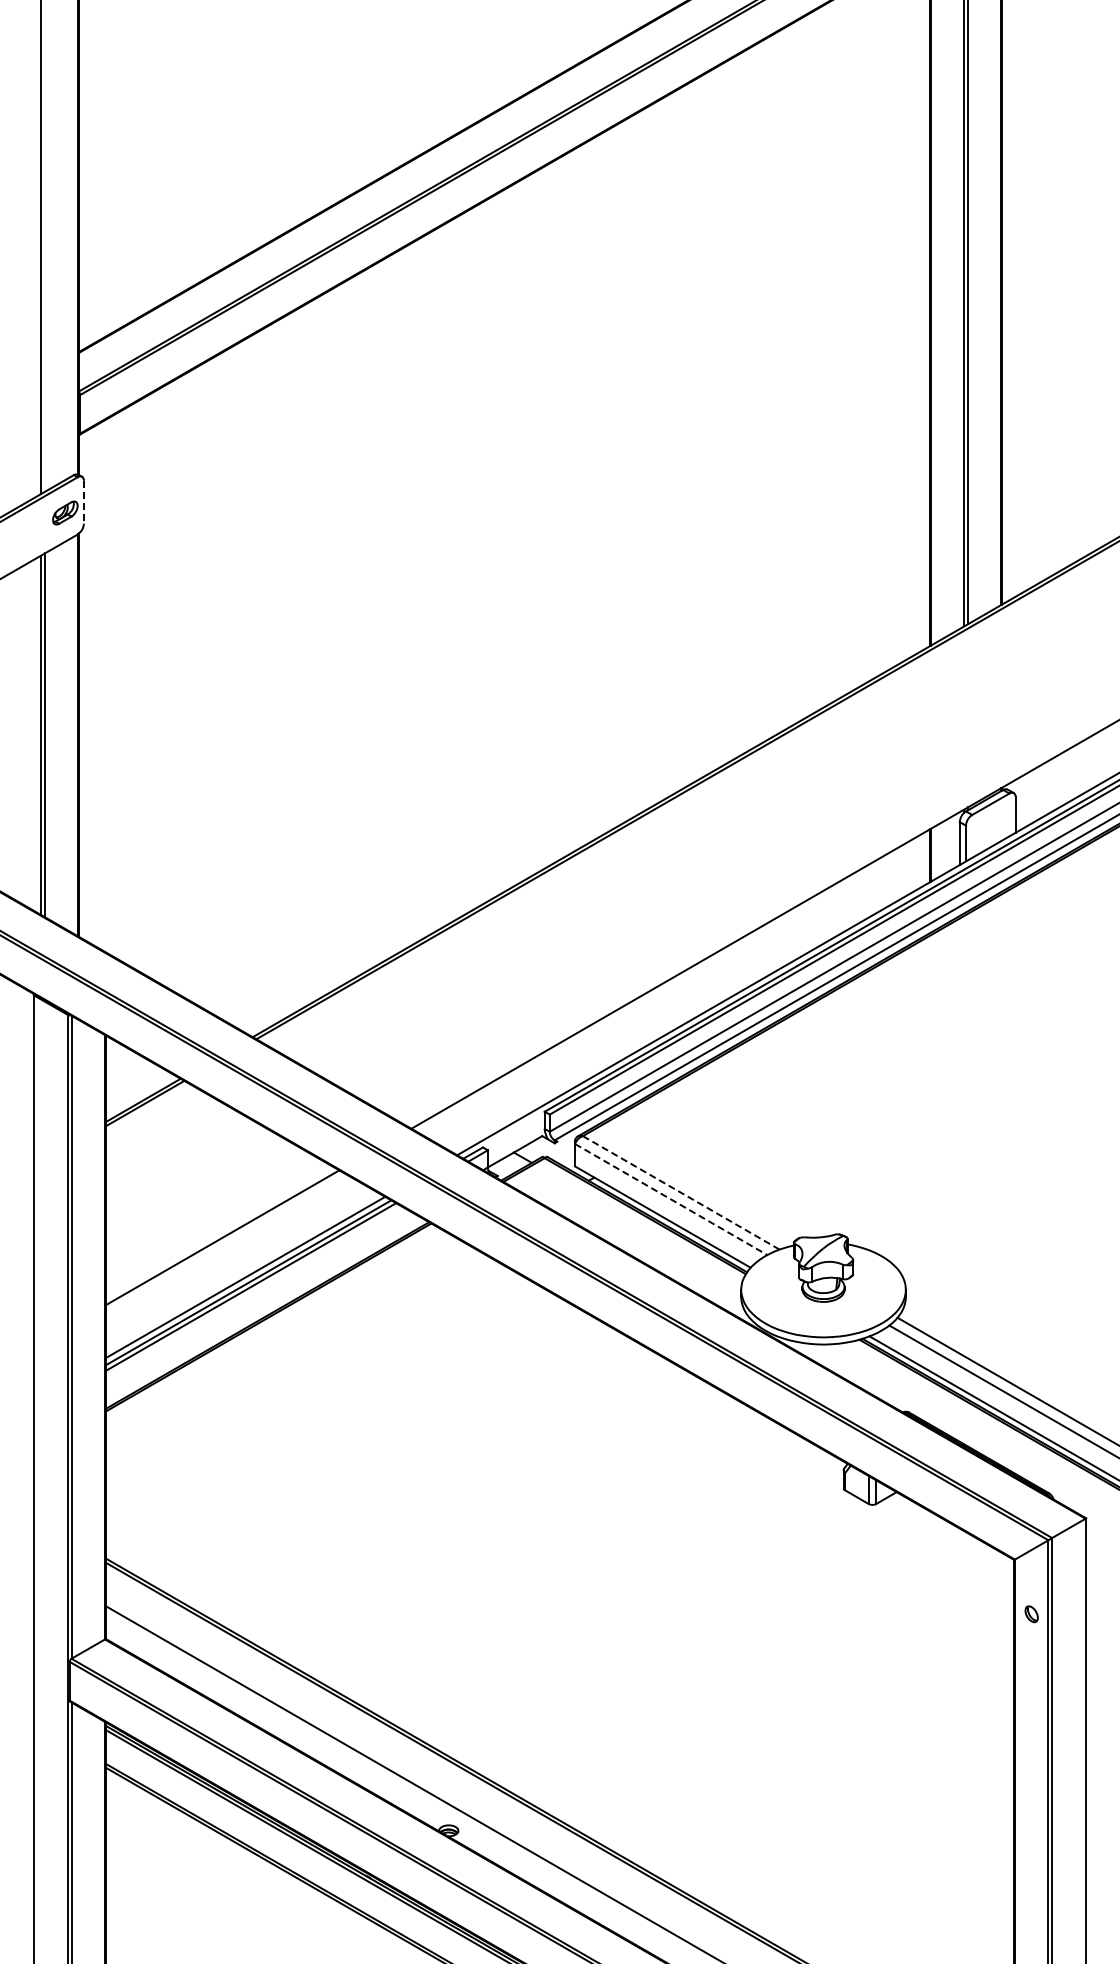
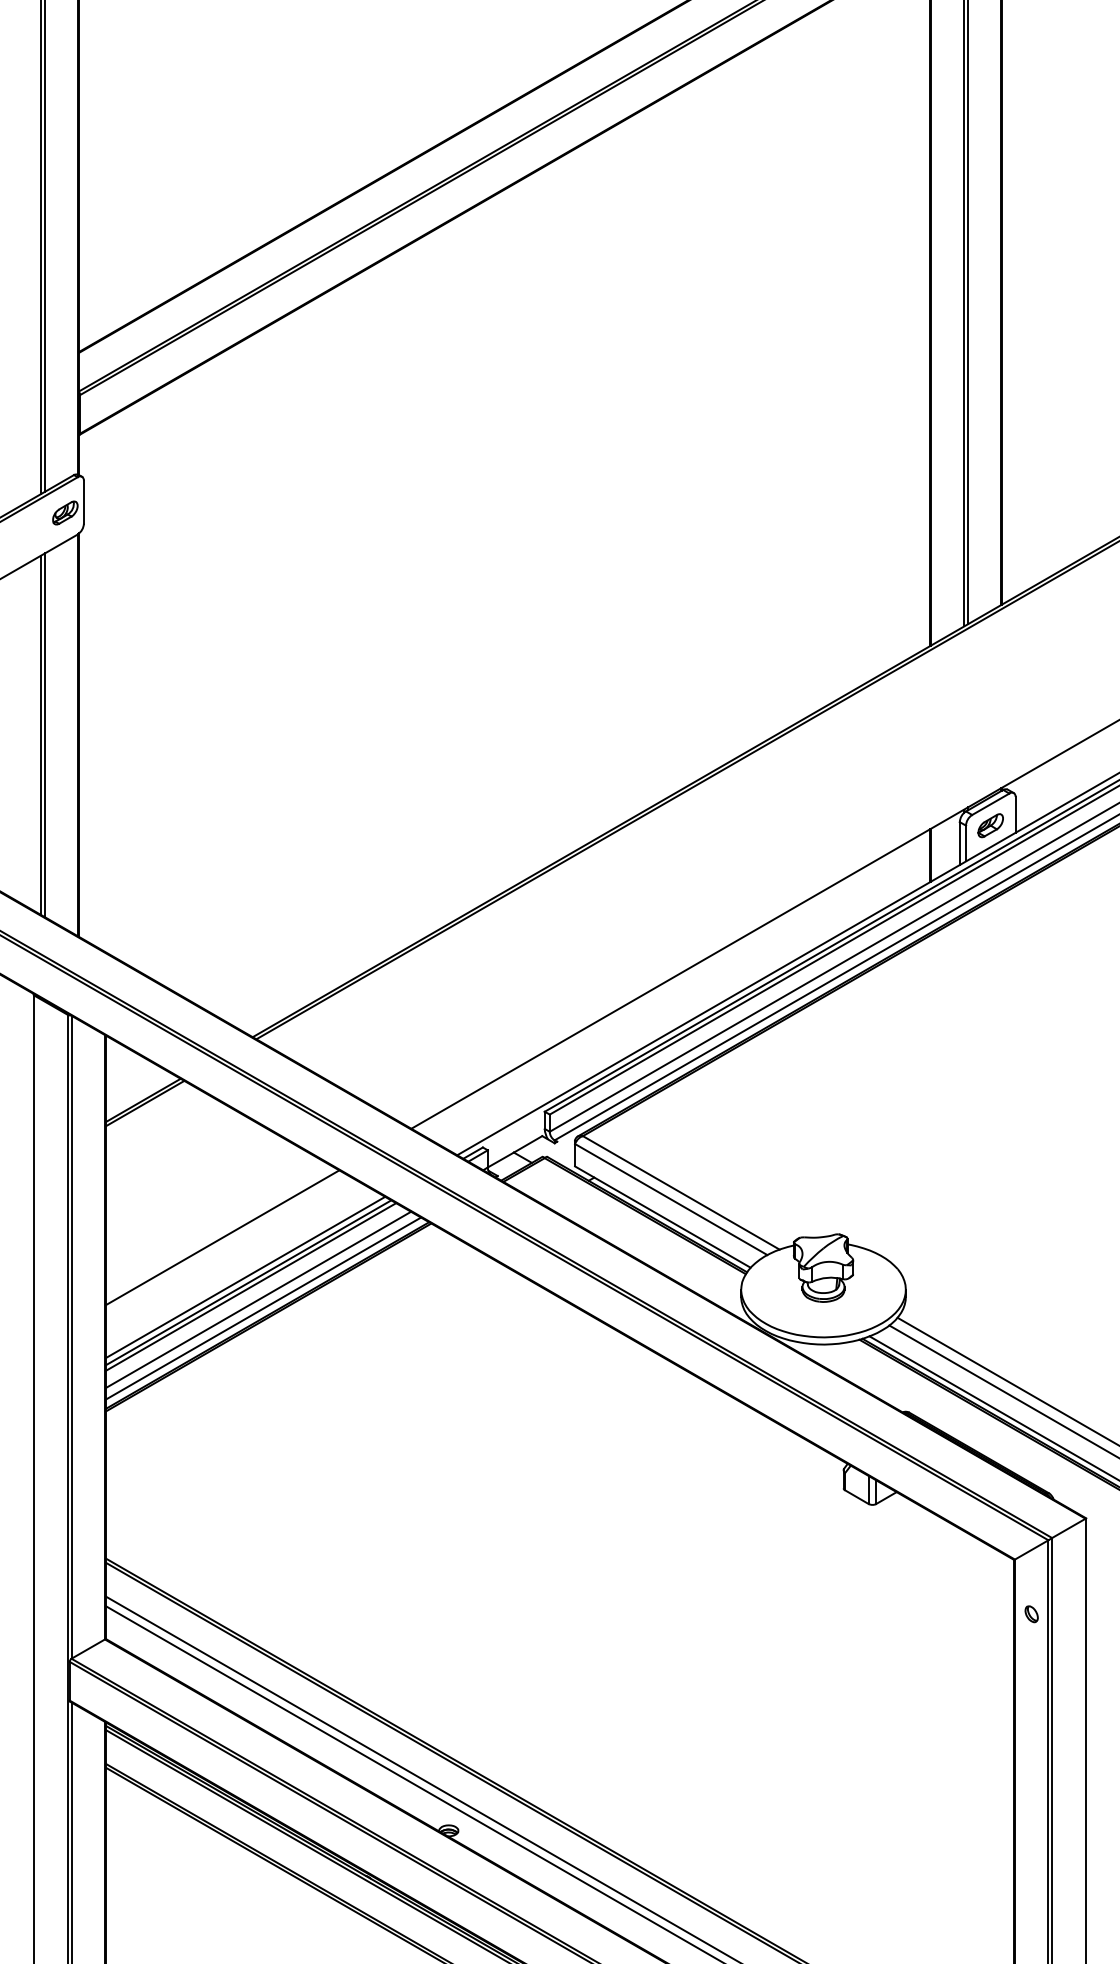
line at (44, 246): none -> present
line at (83, 502): dashed -> solid
part at (990, 825): none -> present
line at (681, 1192): dashed -> solid
line at (671, 1199): dashed -> solid
line at (258, 1299): none -> present
line at (263, 1308): none -> present
line at (420, 1778): none -> present
